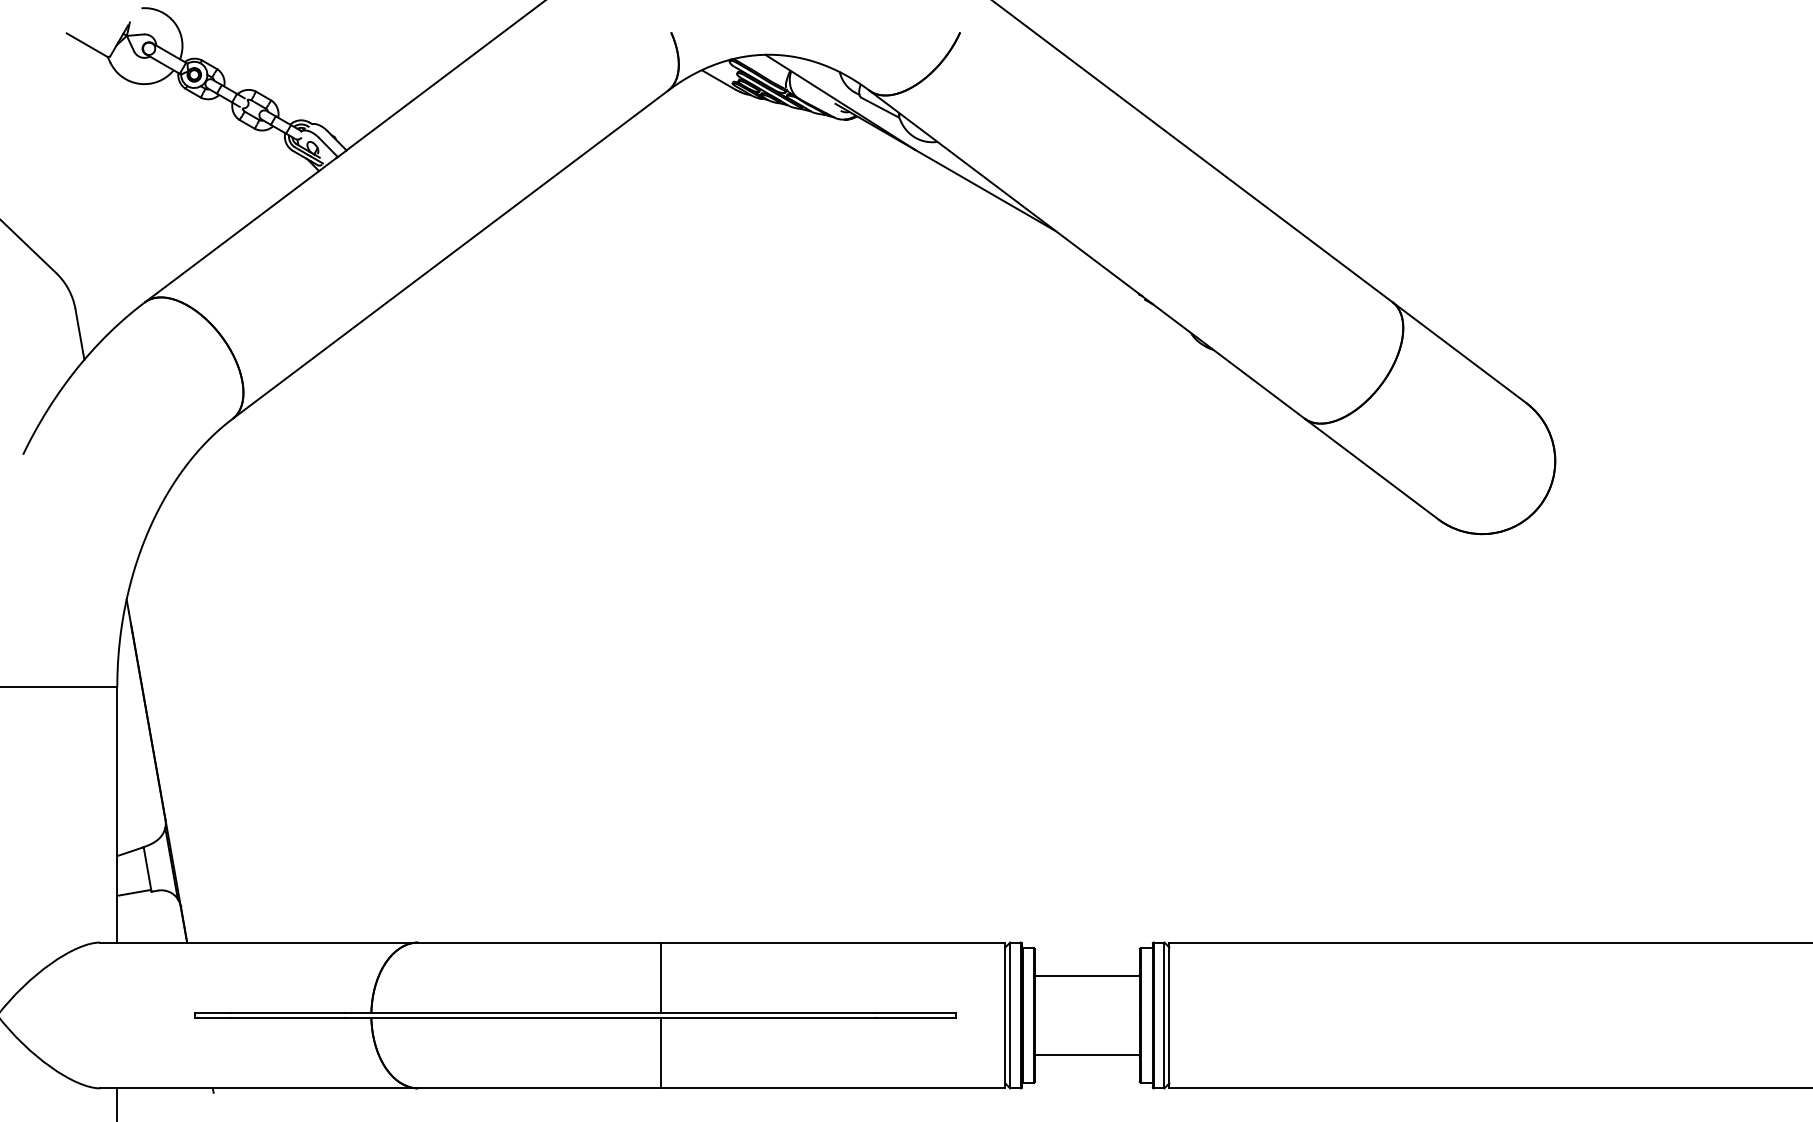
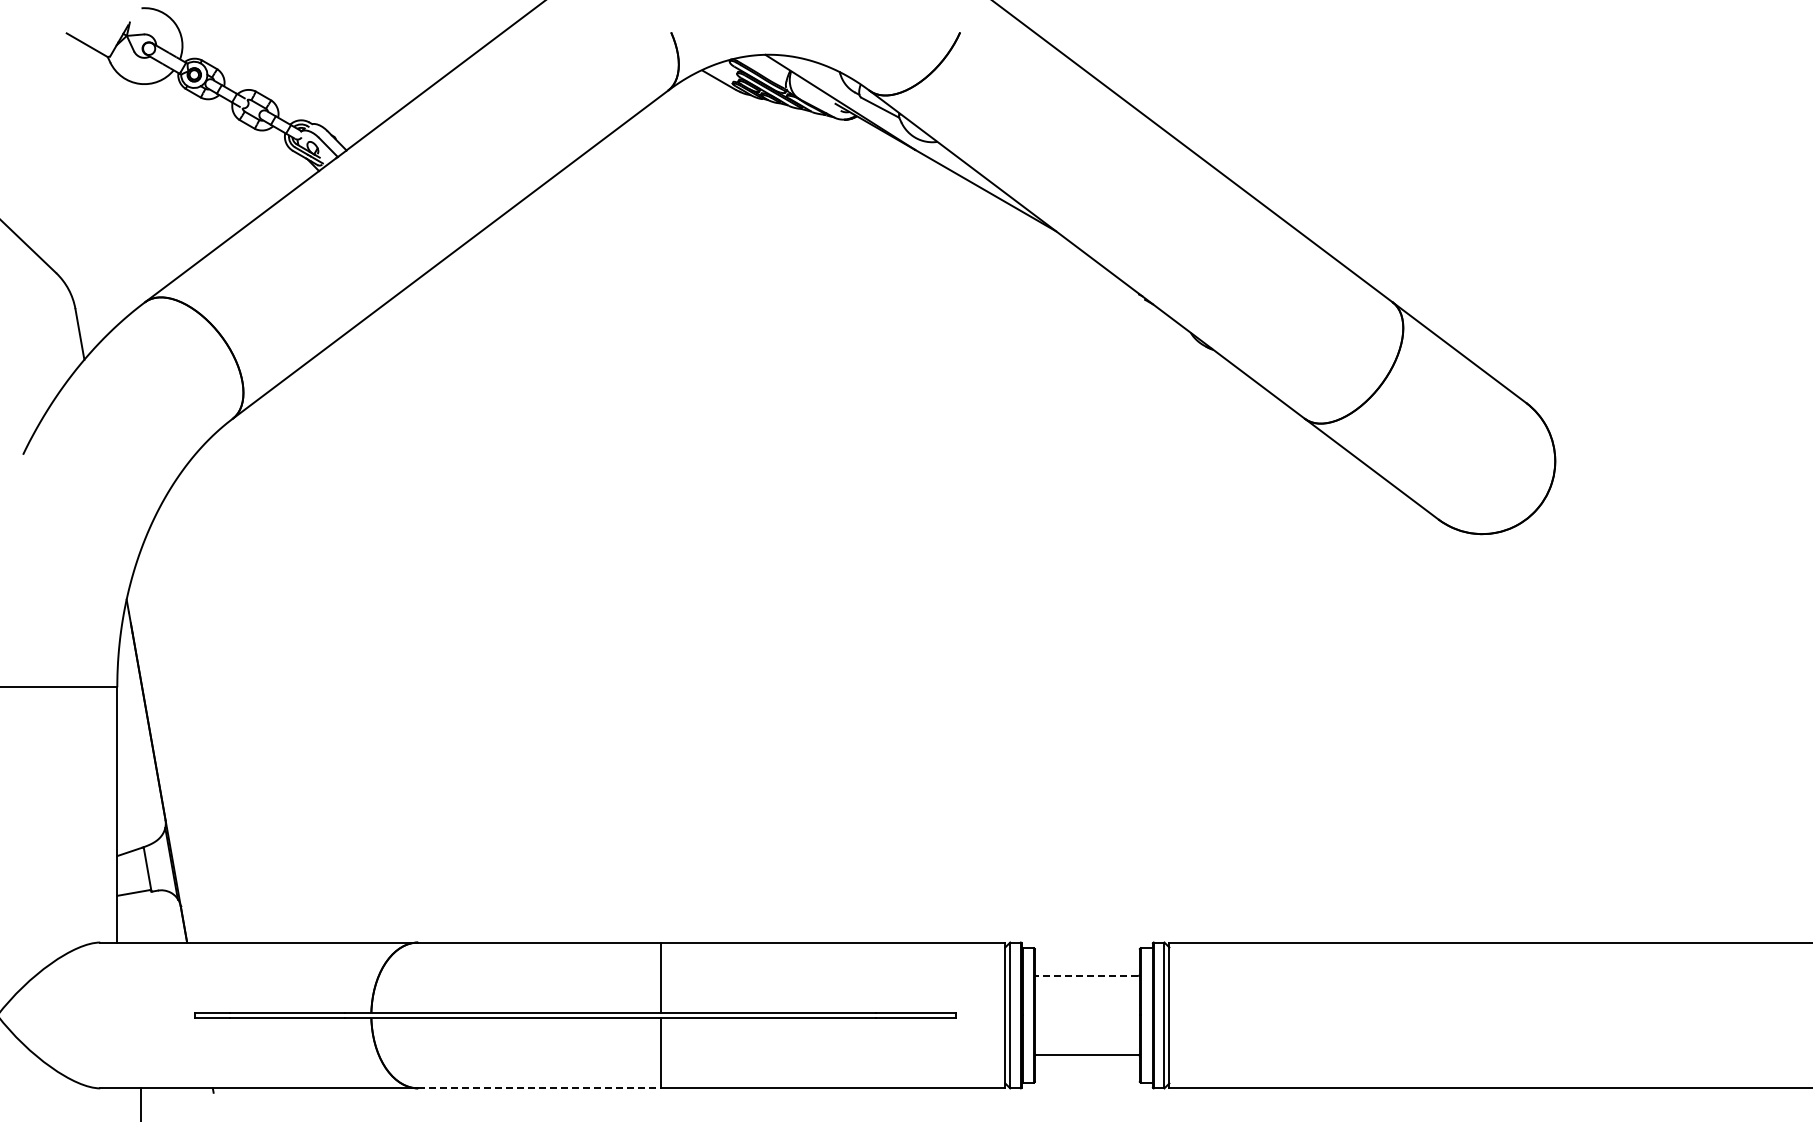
line at (1087, 976): solid -> dashed
line at (539, 1088): solid -> dashed
line at (117, 1103) position: (117, 1103) -> (141, 1103)
